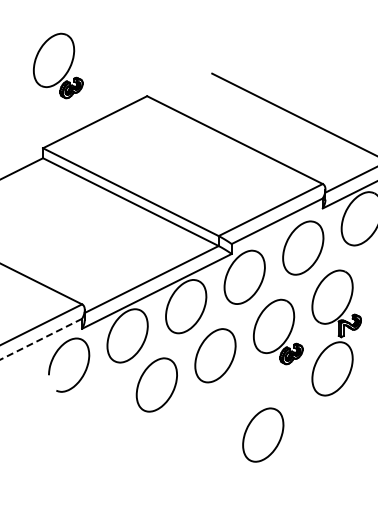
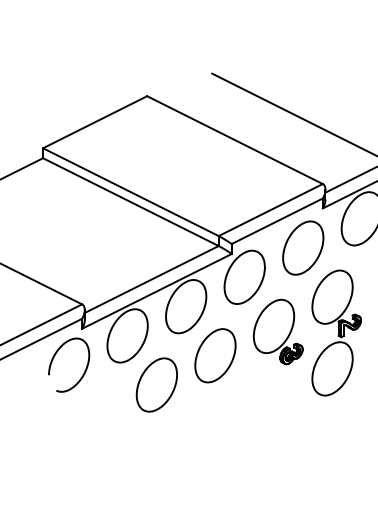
part at (58, 65): present -> none
line at (41, 339): dashed -> solid
part at (263, 434): present -> none
